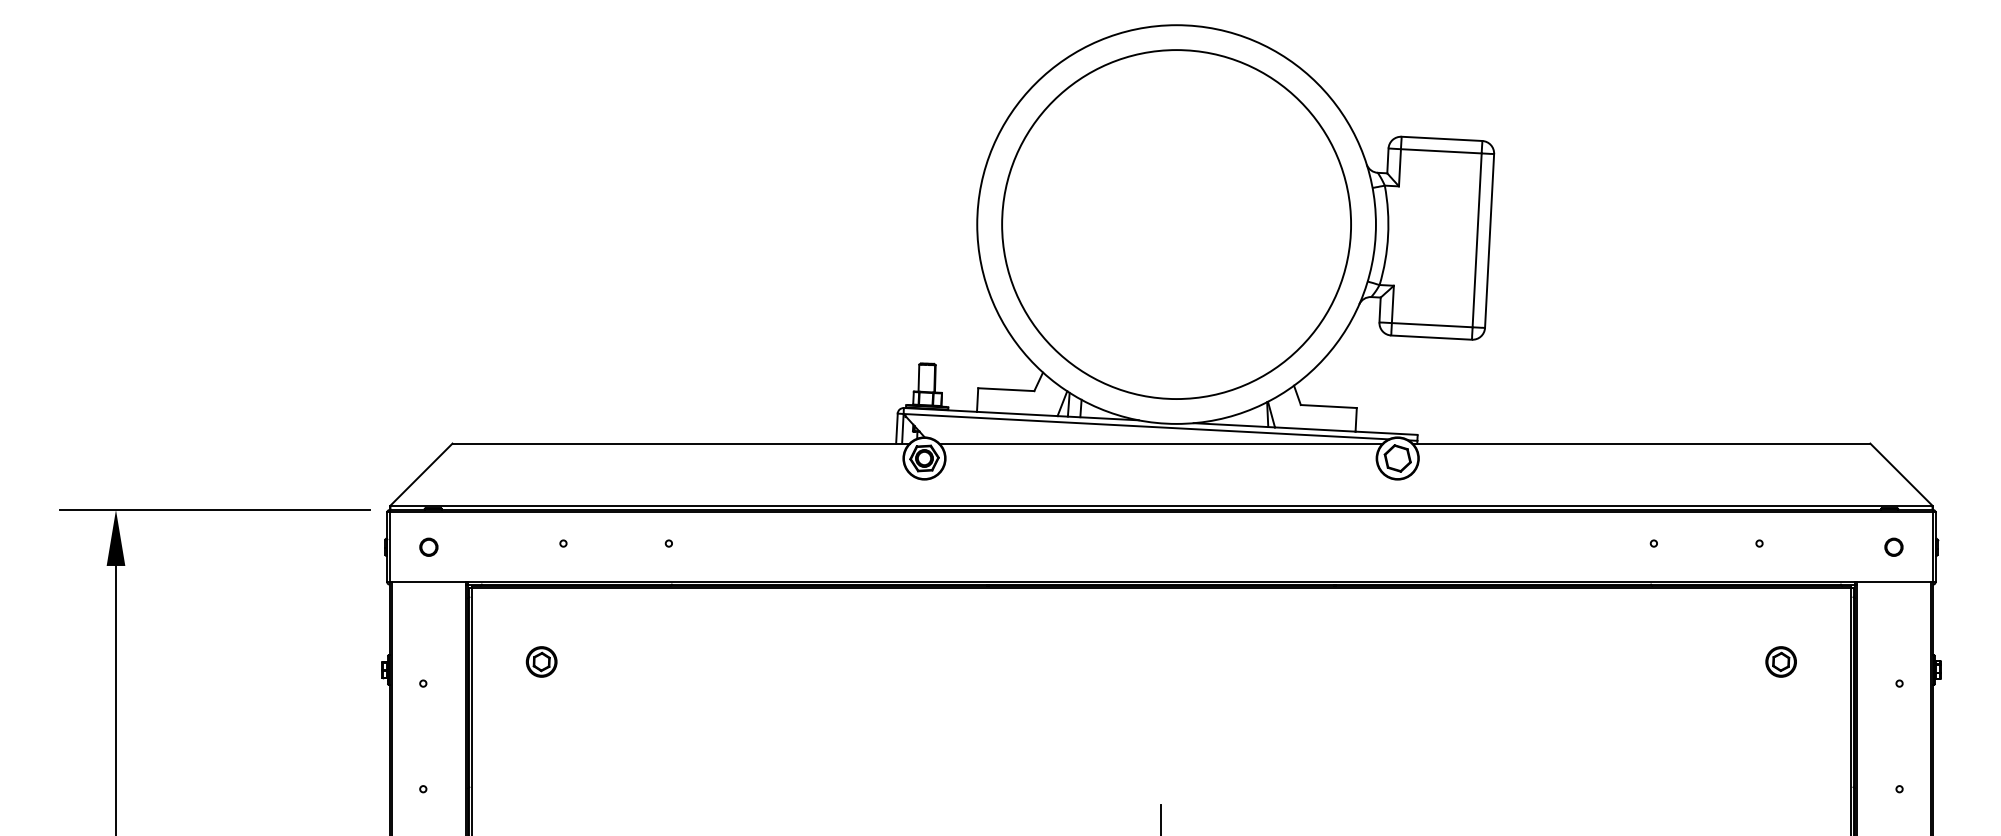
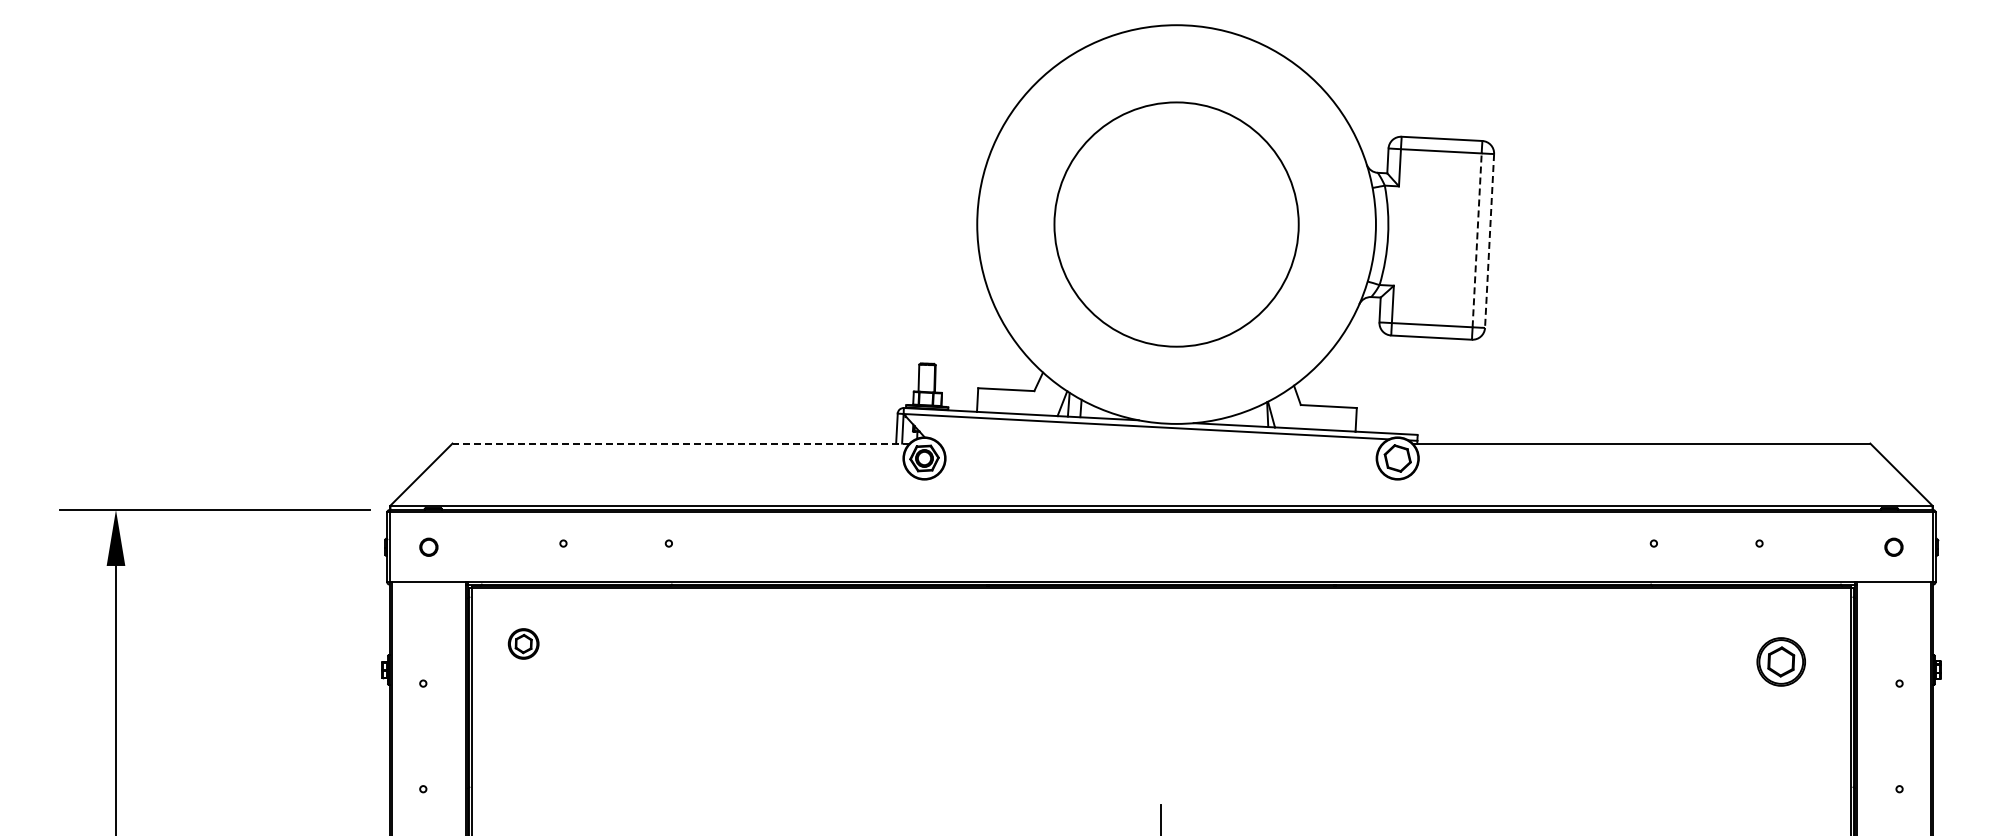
circle at (1176, 224) diameter: 349 px -> 244 px
line at (1477, 239): solid -> dashed
line at (1489, 241): solid -> dashed
line at (681, 443): solid -> dashed
line at (1160, 443): present -> none
part at (541, 661) position: (541, 661) -> (523, 643)
part at (1780, 661) size: 32x32 px -> 50x50 px
